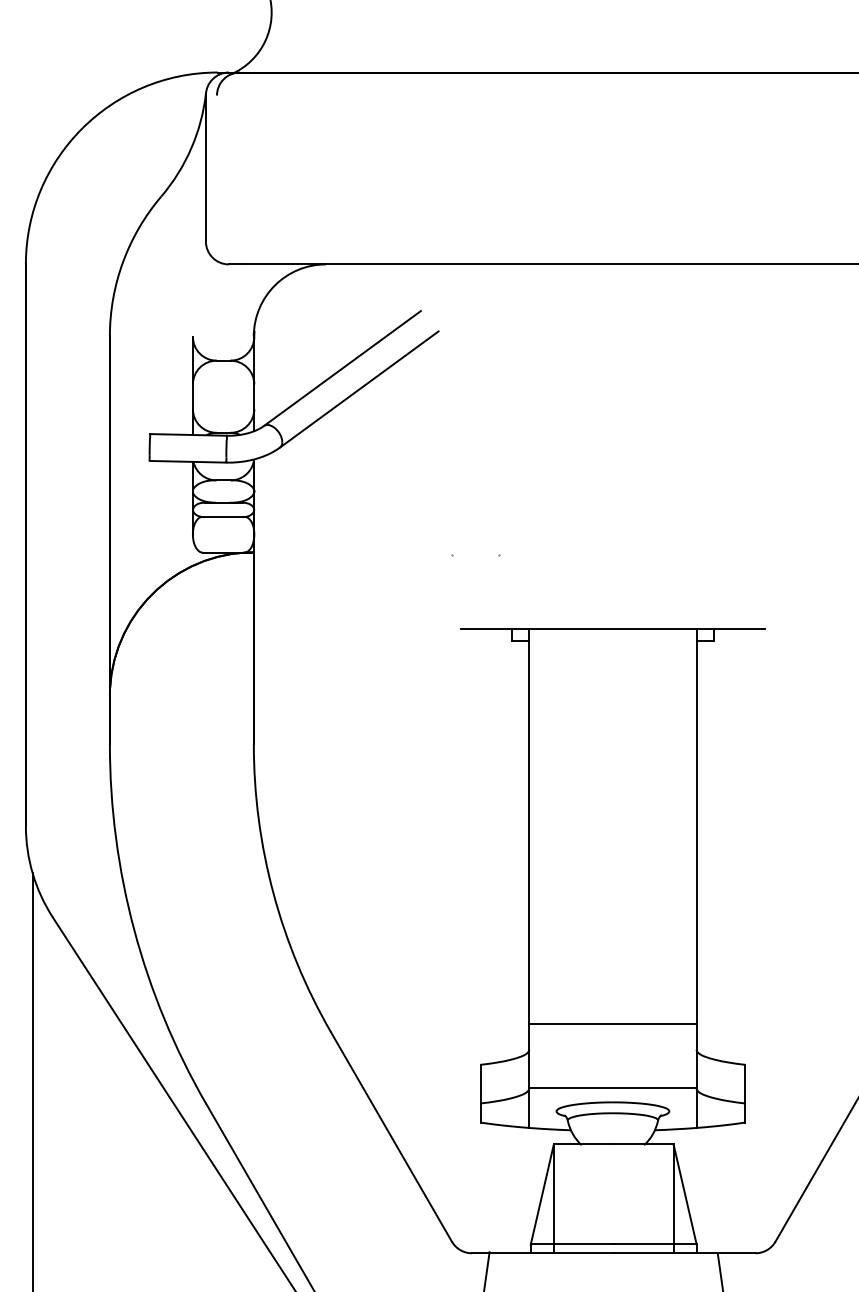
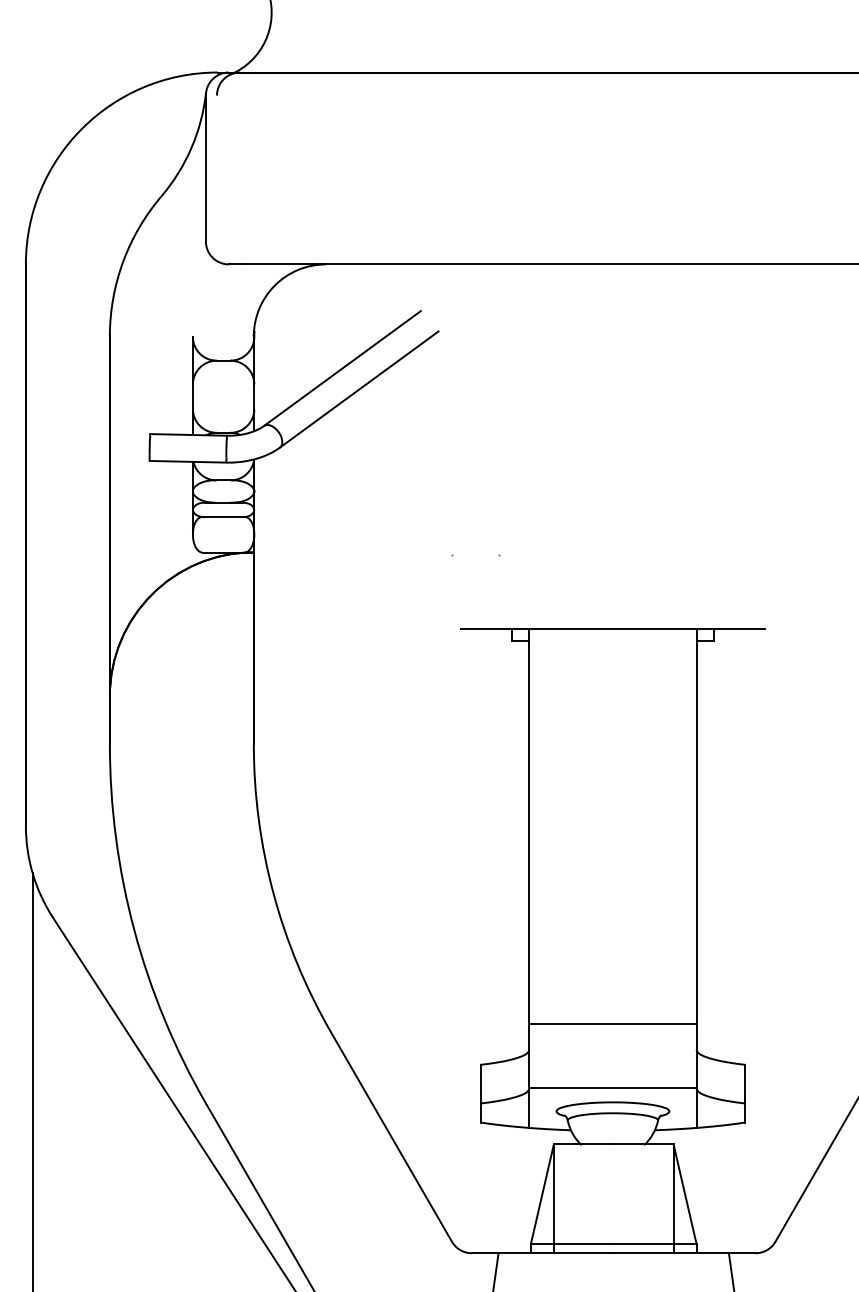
line at (486, 1270) position: (486, 1270) -> (495, 1270)
line at (719, 1271) position: (719, 1271) -> (730, 1270)
